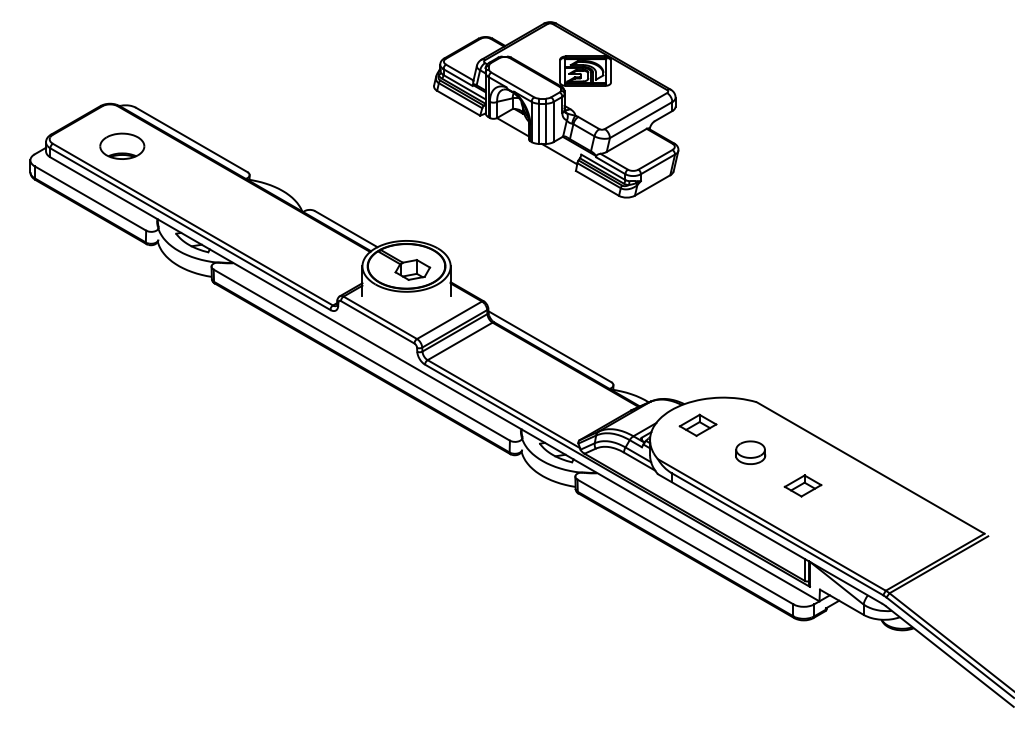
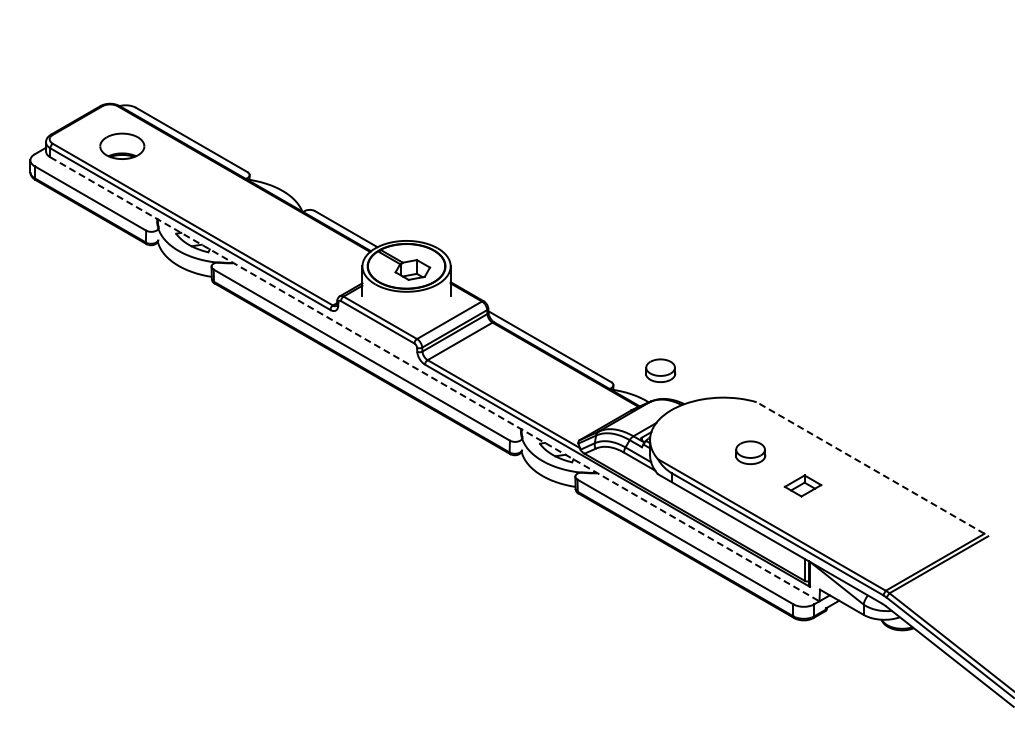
part at (556, 109): present -> none
part at (660, 370): none -> present
line at (435, 379): solid -> dashed
part at (697, 424): present -> none
line at (870, 467): solid -> dashed
